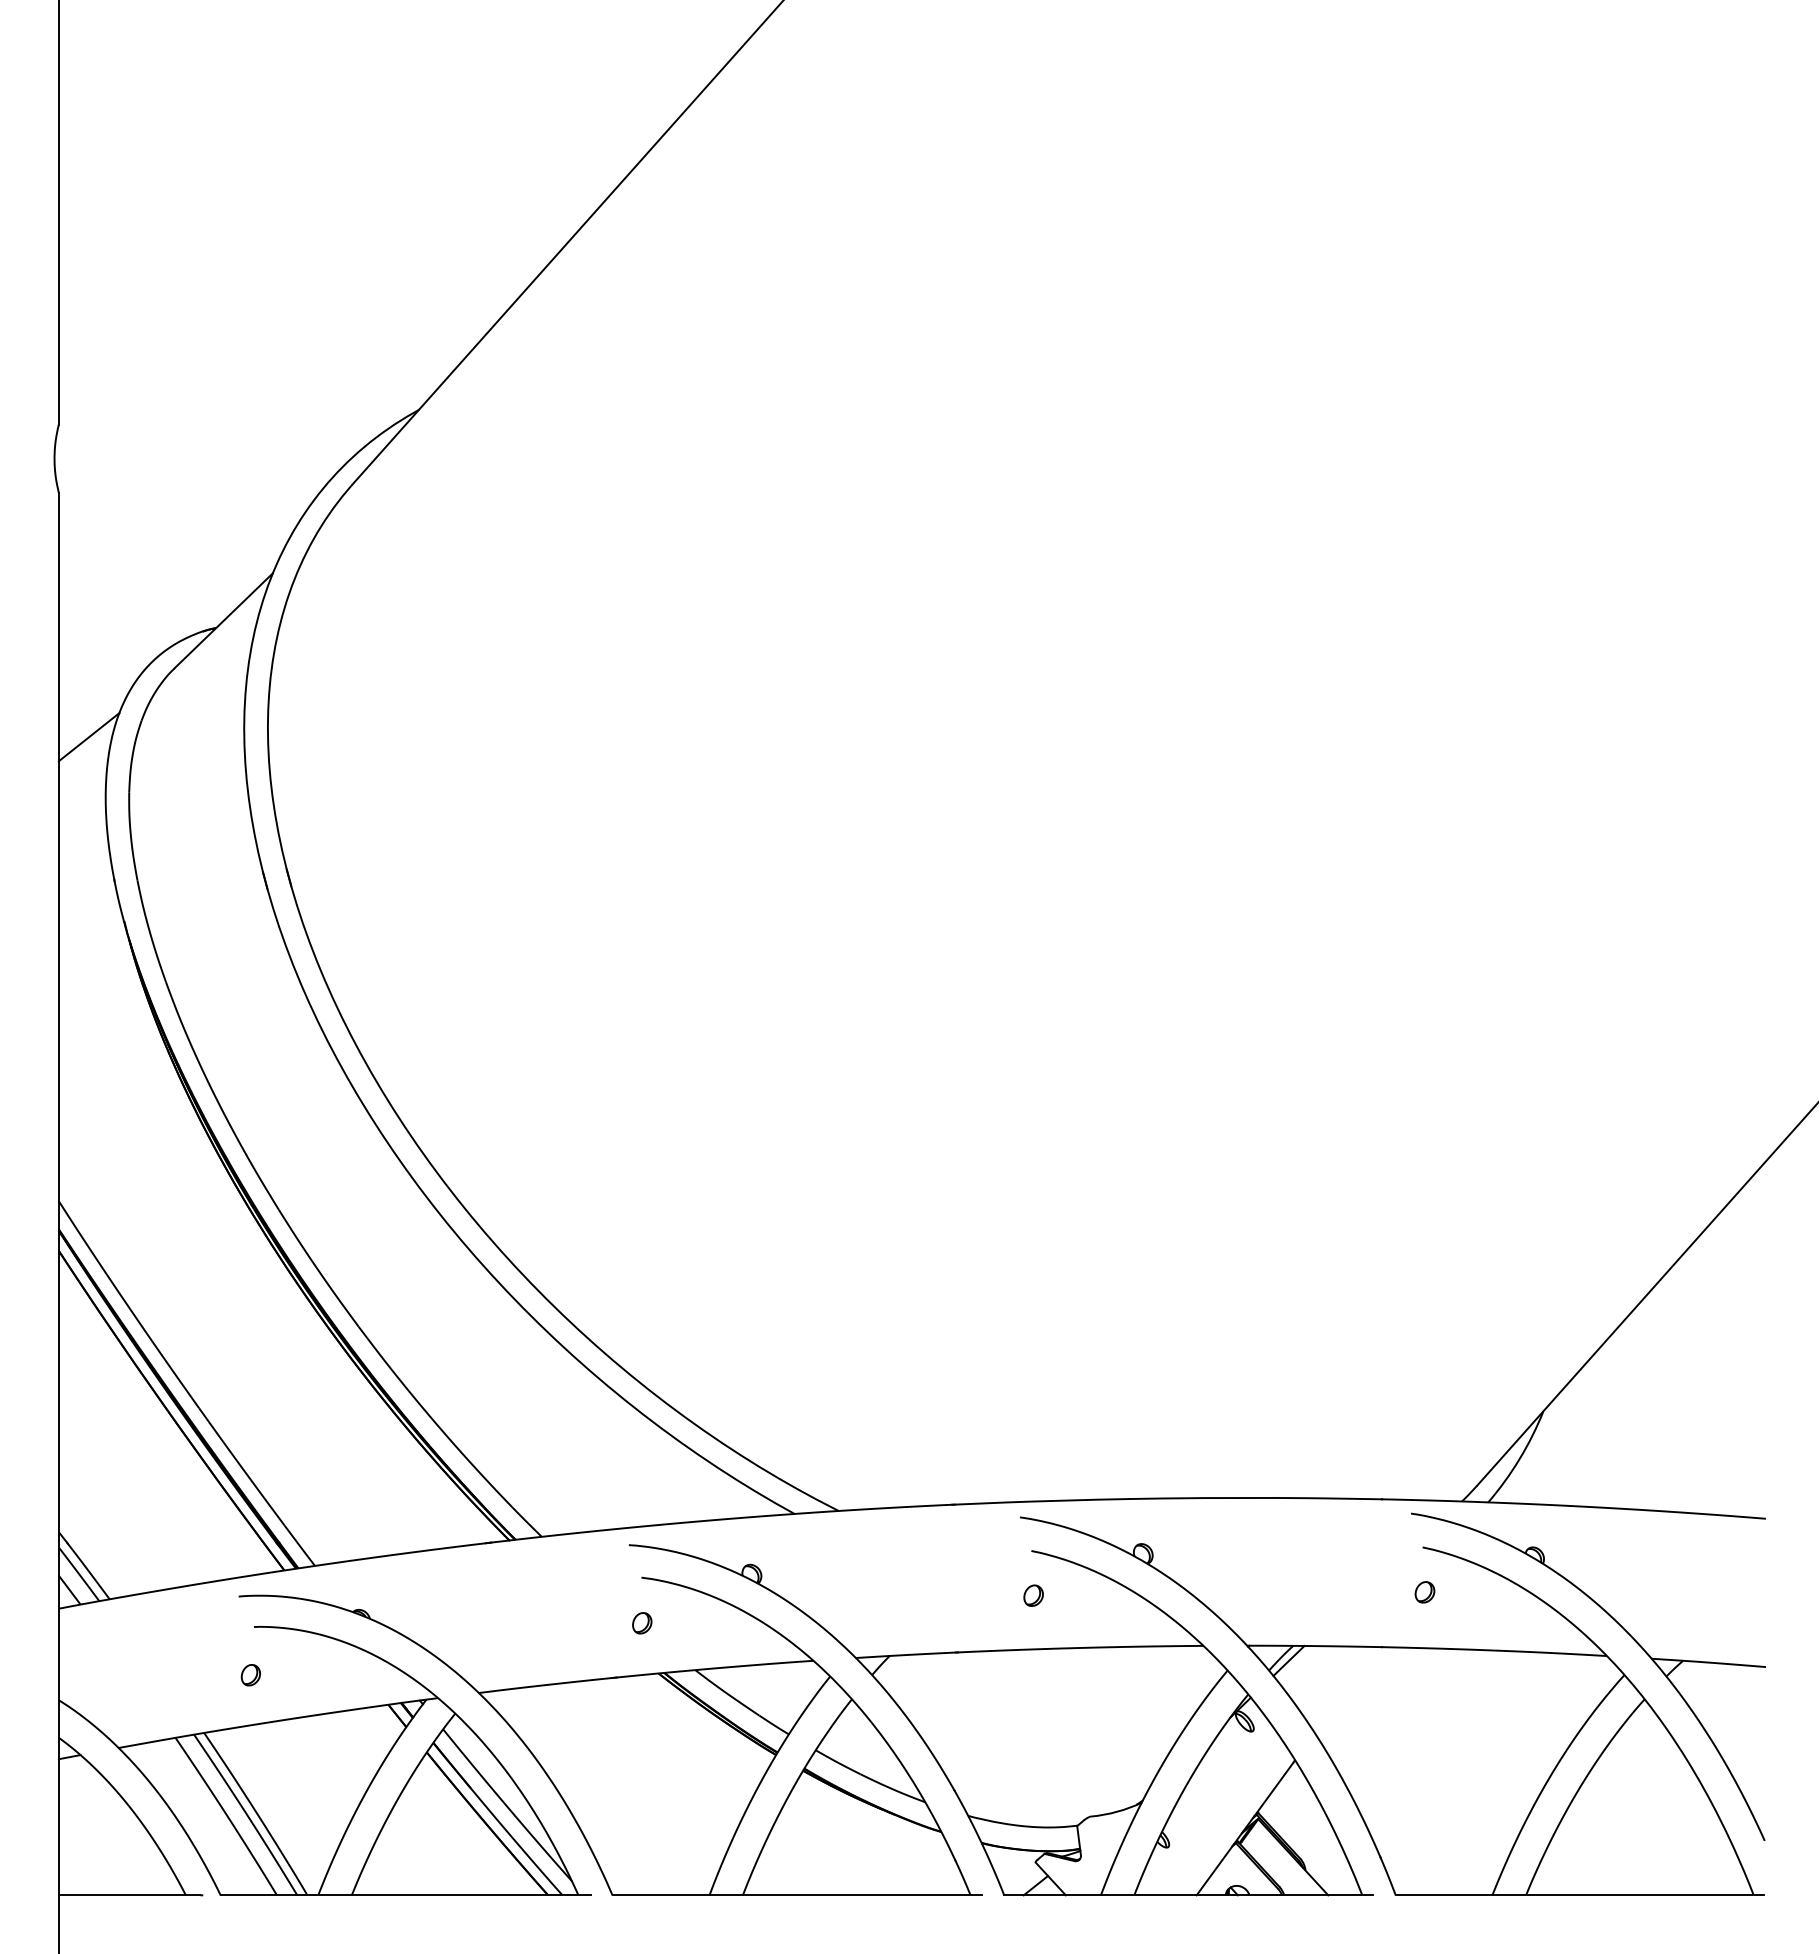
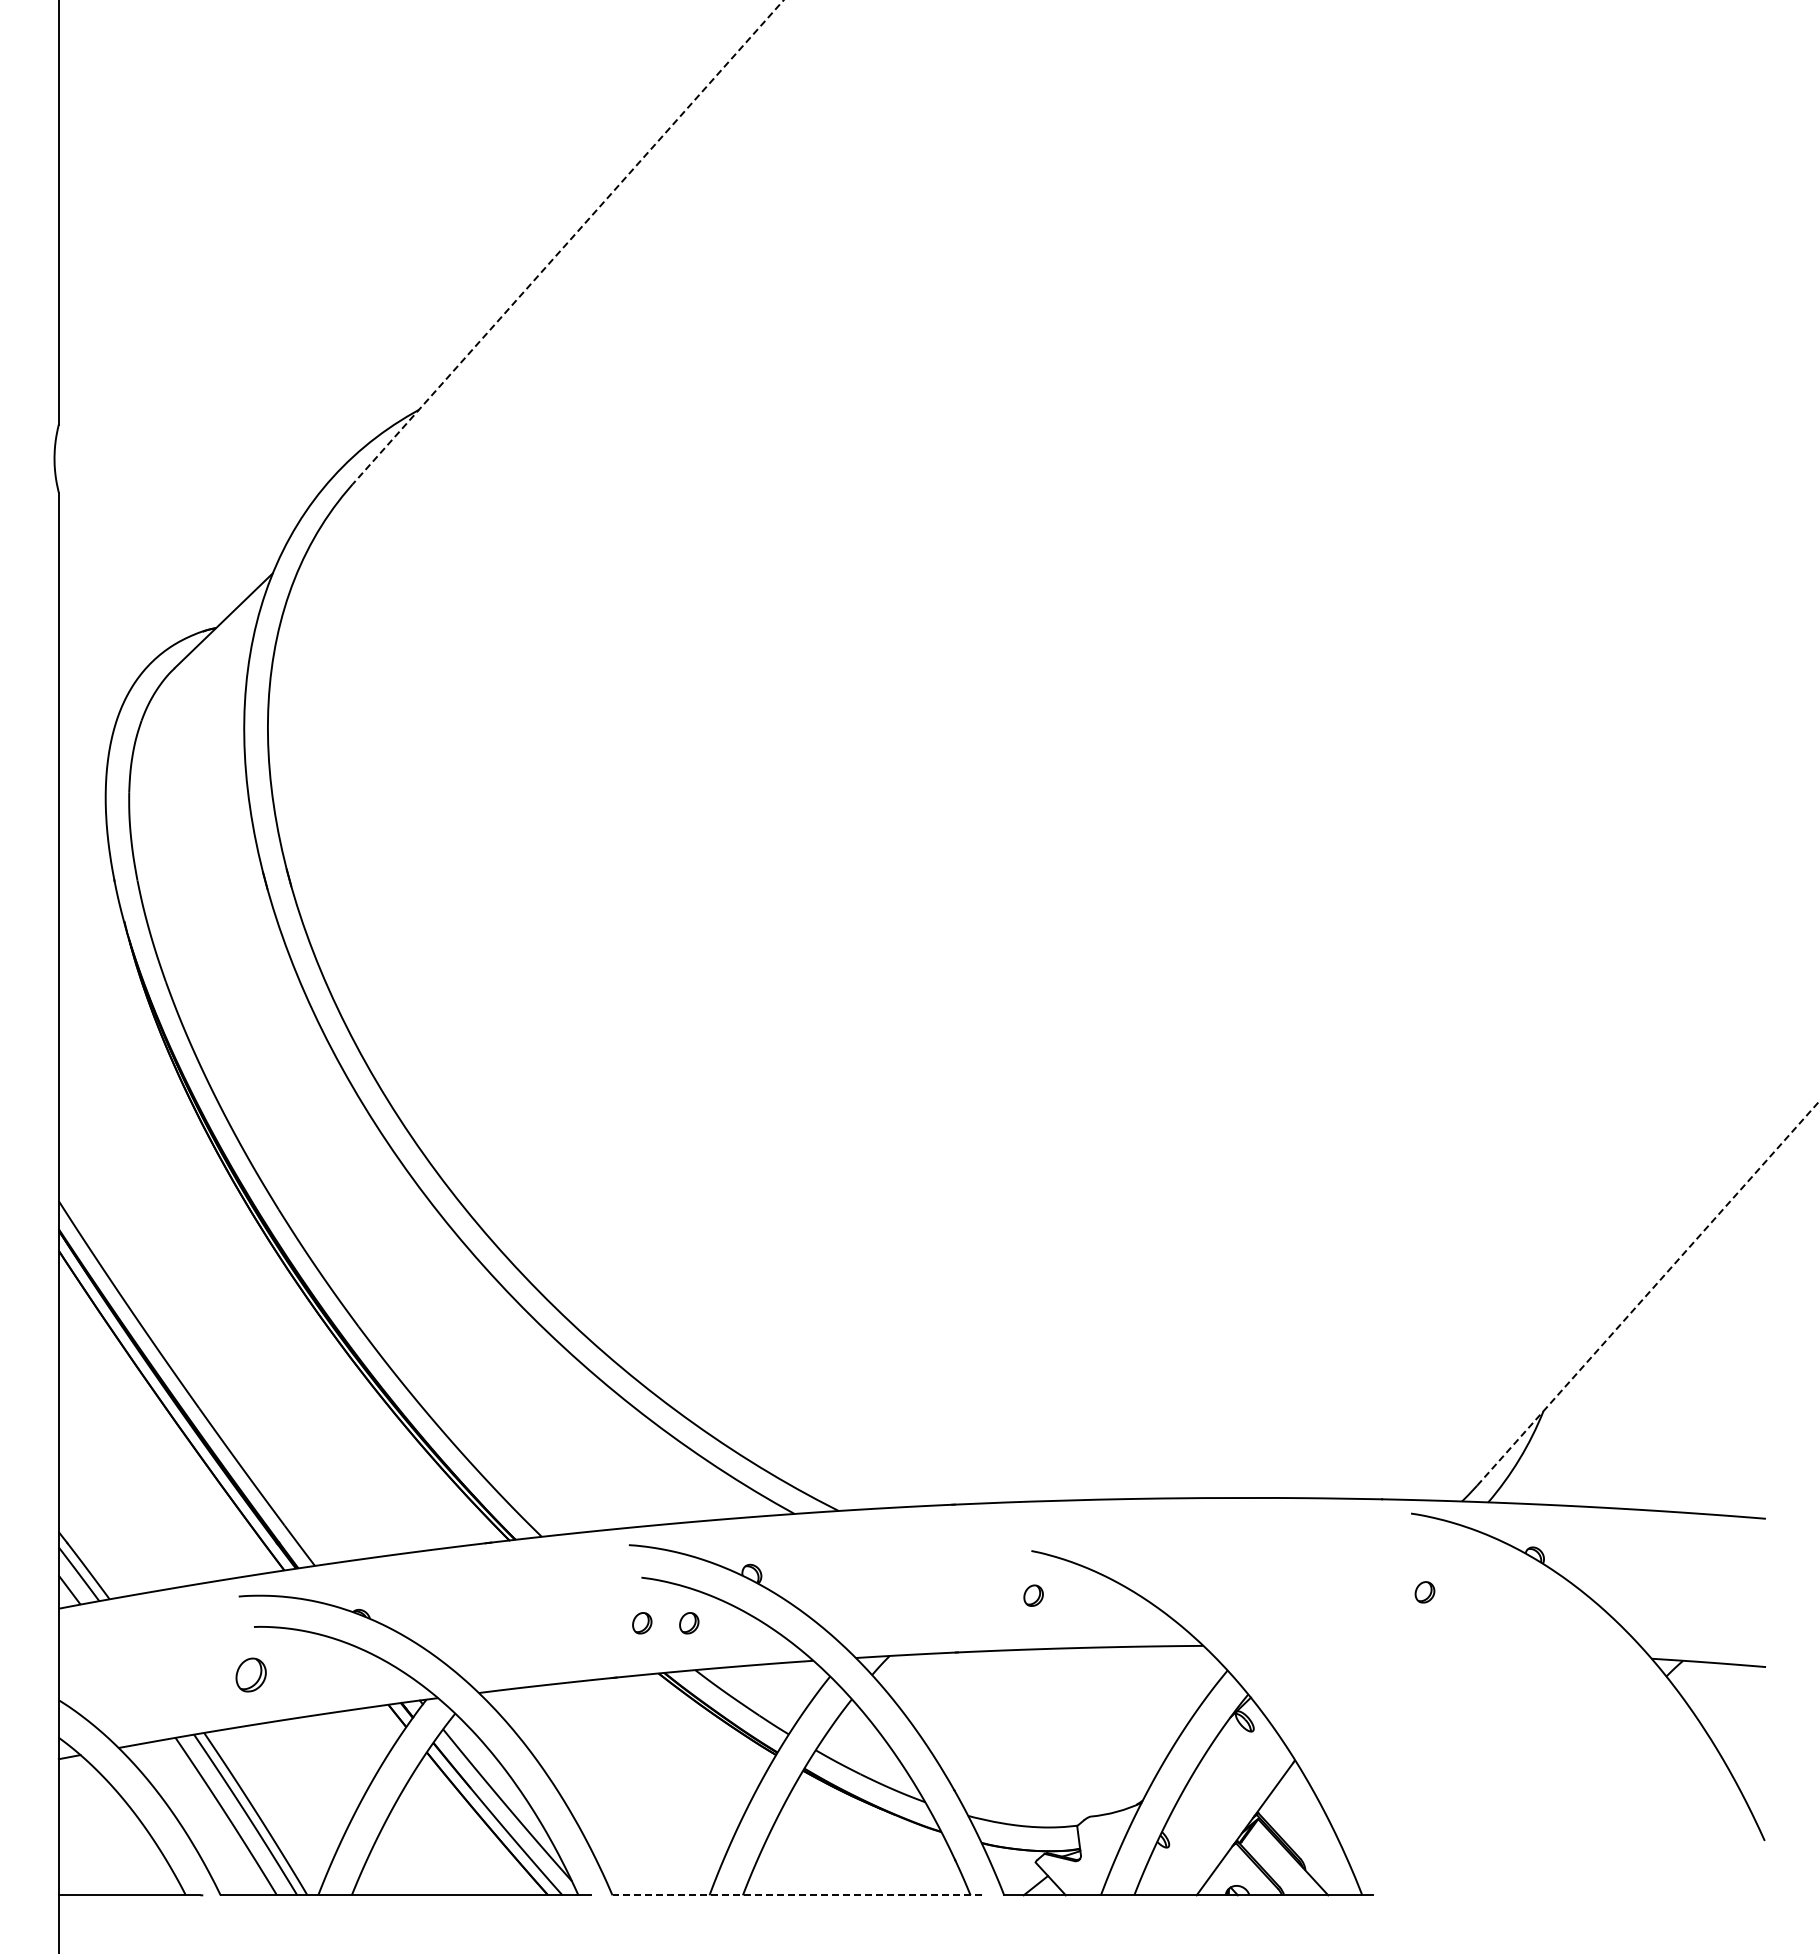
line at (568, 242): solid -> dashed
line at (88, 736): present -> none
line at (1648, 1293): solid -> dashed
part at (689, 1623): none -> present
part at (250, 1675) size: 21x23 px -> 32x36 px
part at (1392, 1705): present -> none
line at (797, 1895): solid -> dashed
